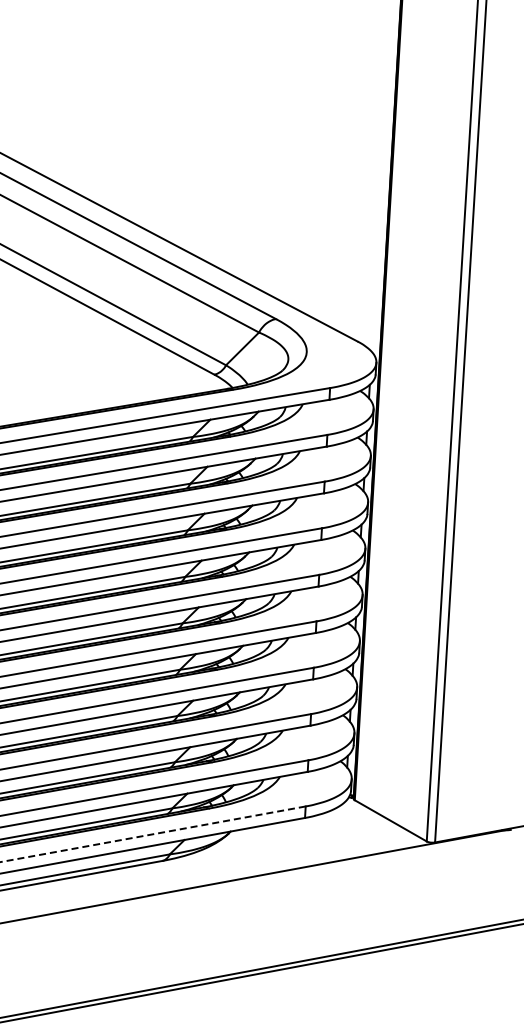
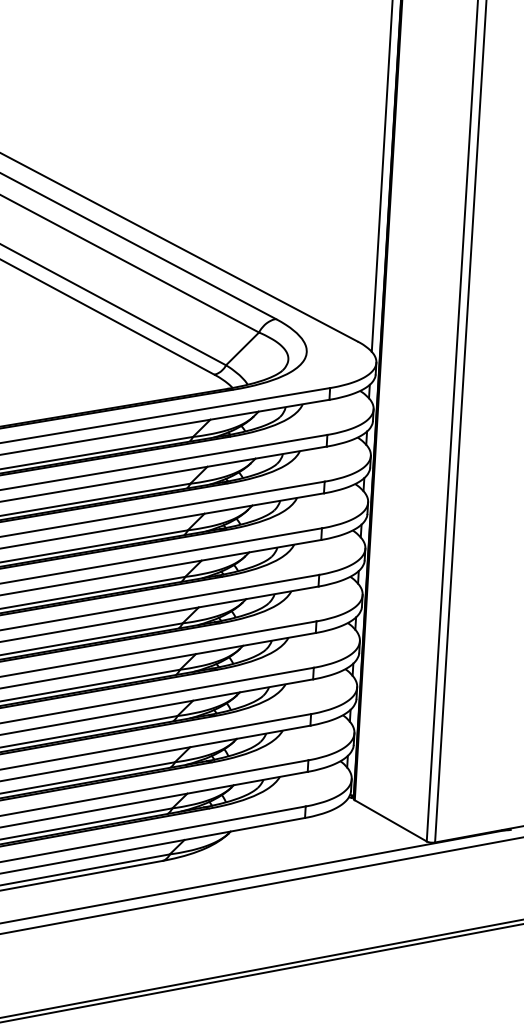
line at (381, 176): none -> present
line at (153, 834): dashed -> solid
line at (261, 885): none -> present
